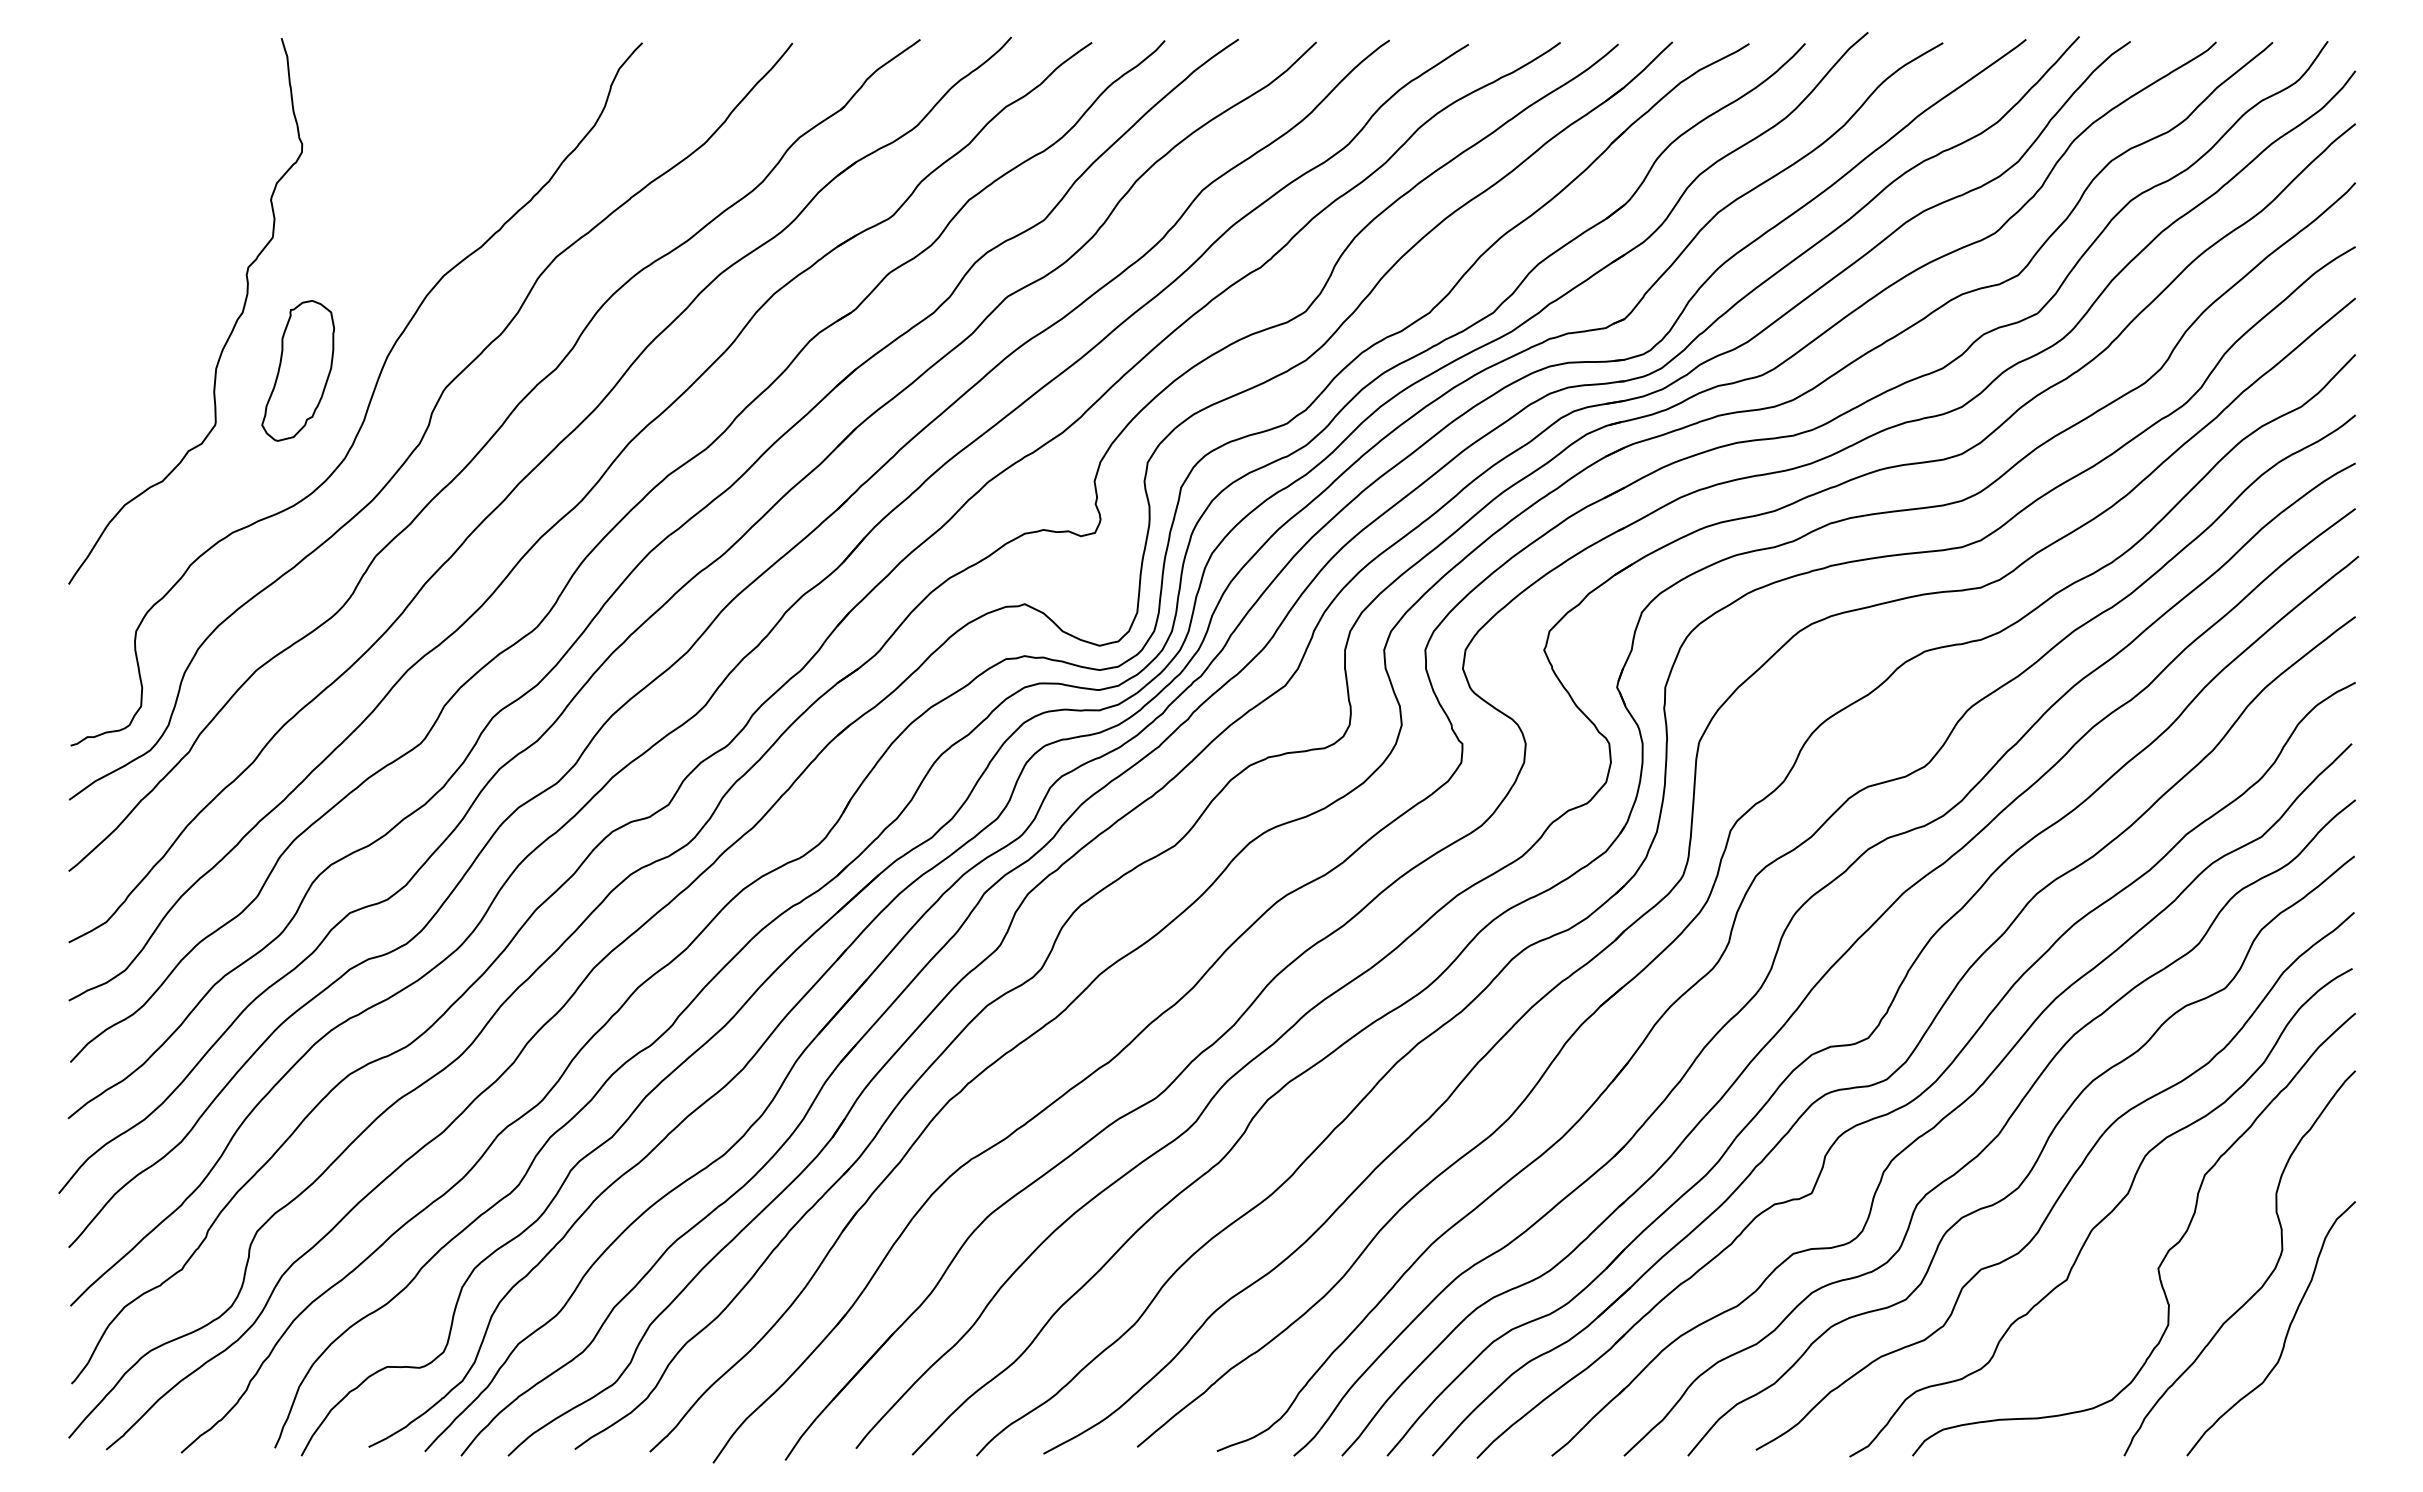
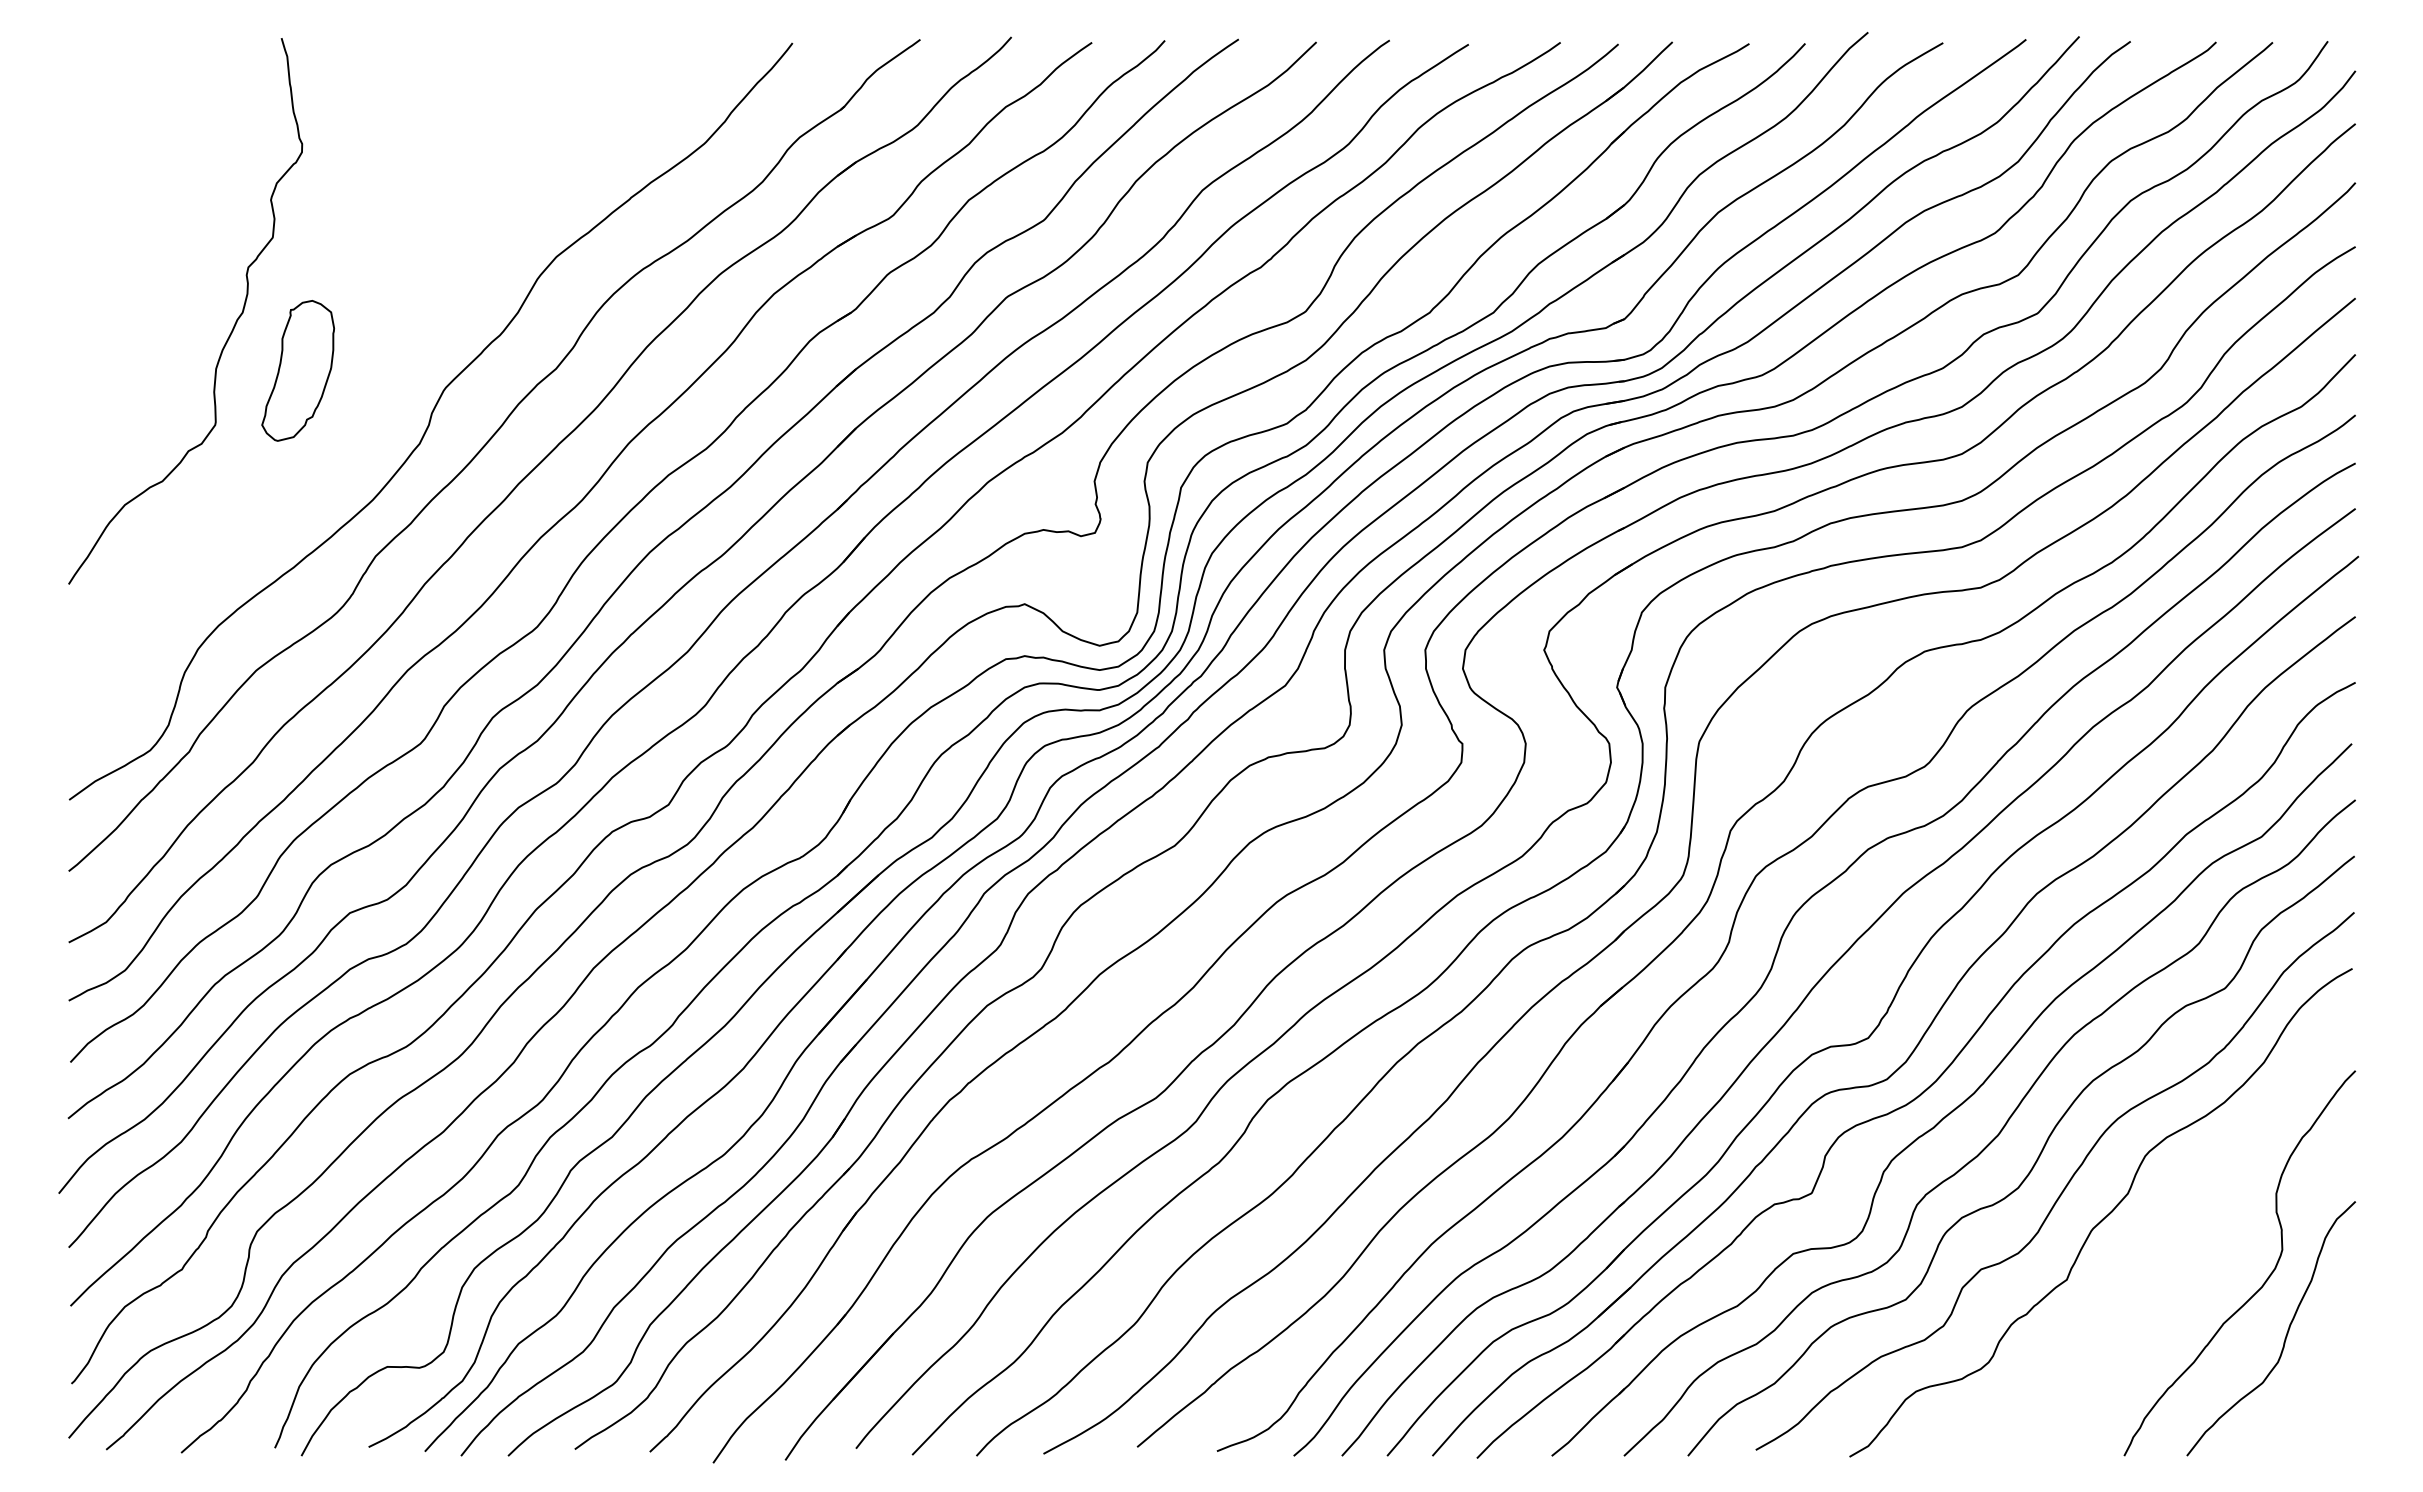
curve at (370, 397): present -> none
curve at (2167, 1250): present -> none
